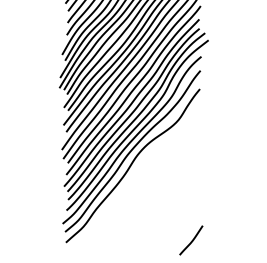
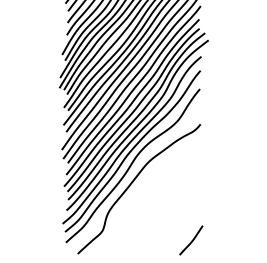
curve at (132, 183): none -> present
